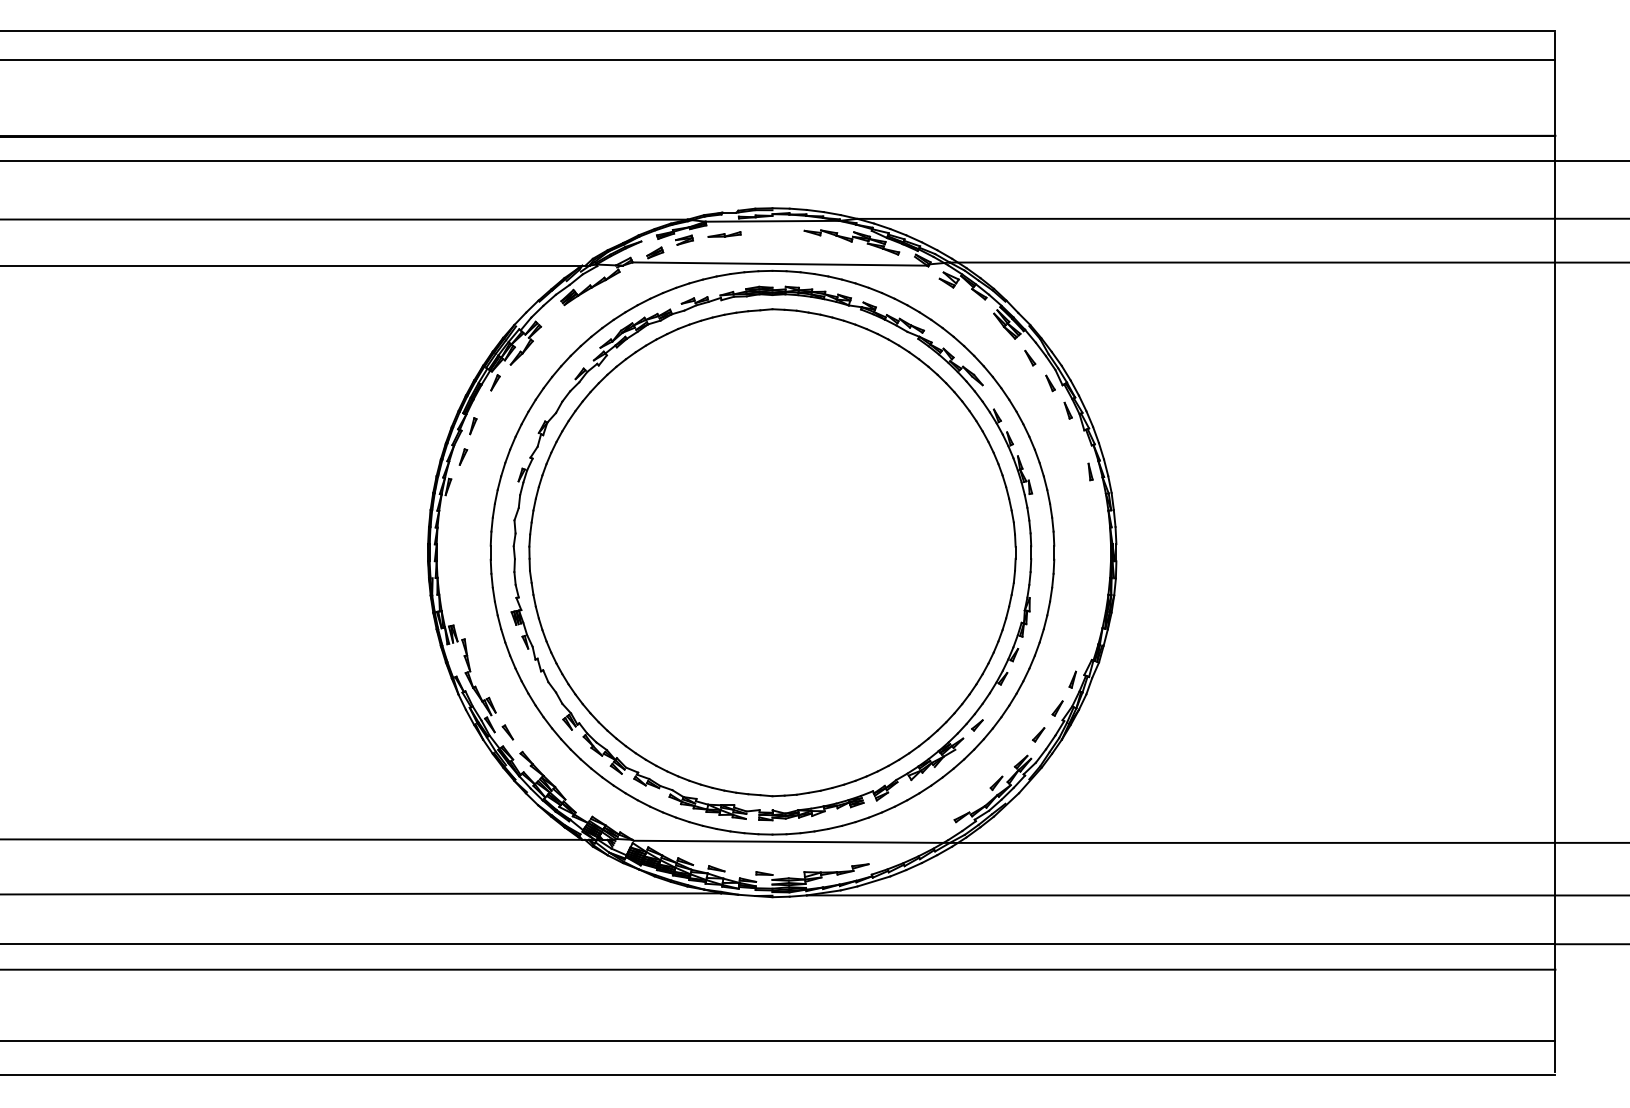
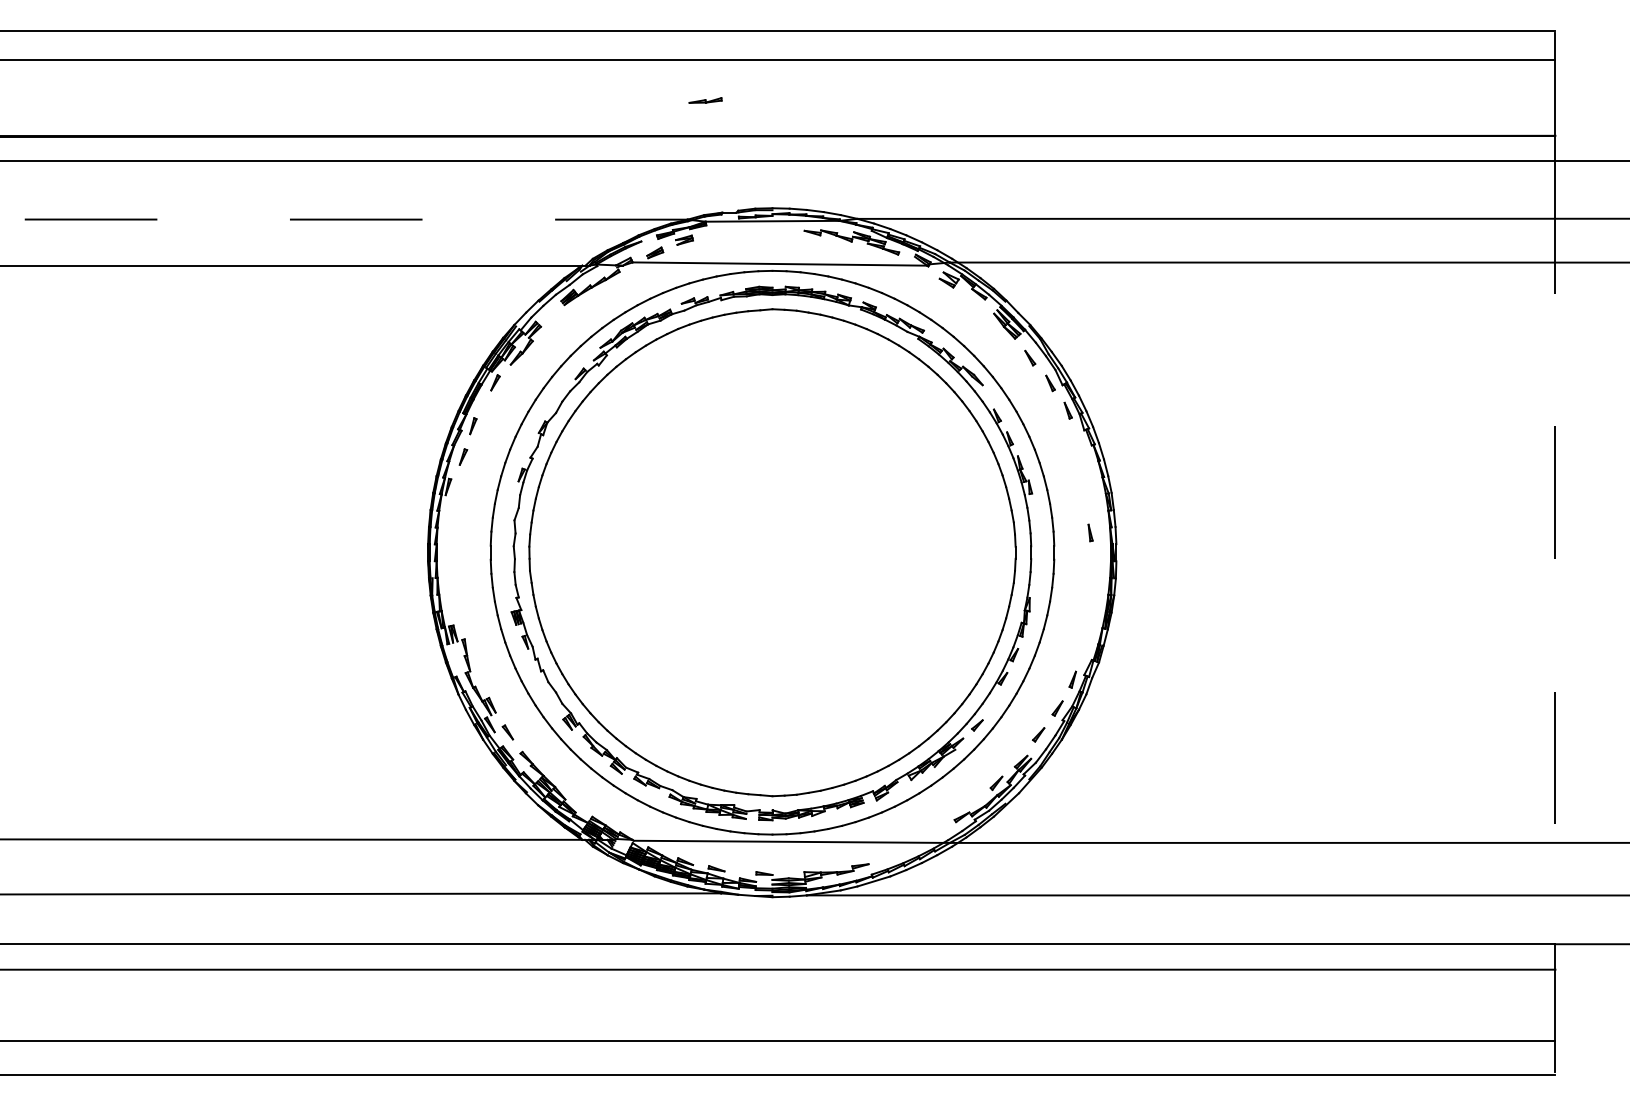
line at (343, 219): solid -> dashed
part at (724, 234) position: (724, 234) -> (705, 100)
part at (1090, 471) position: (1090, 471) -> (1090, 532)
line at (1555, 553): solid -> dashed
